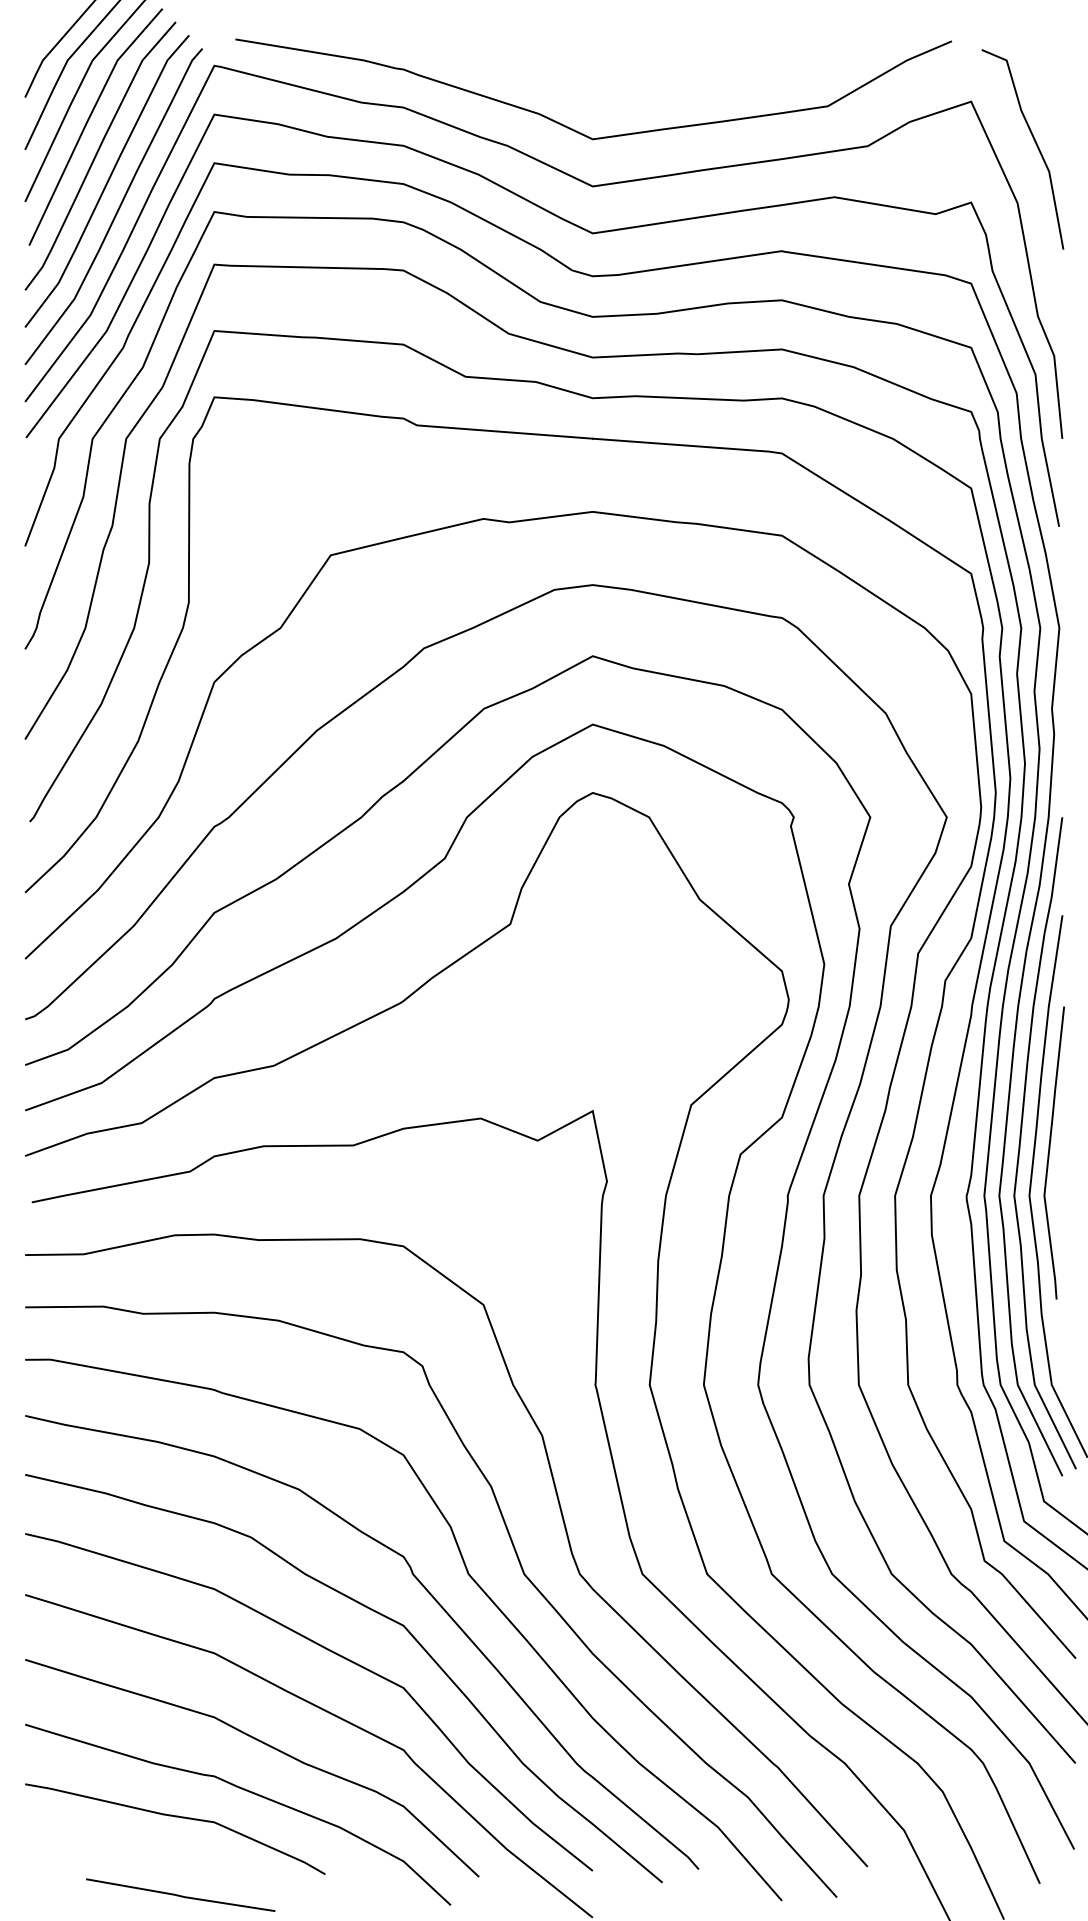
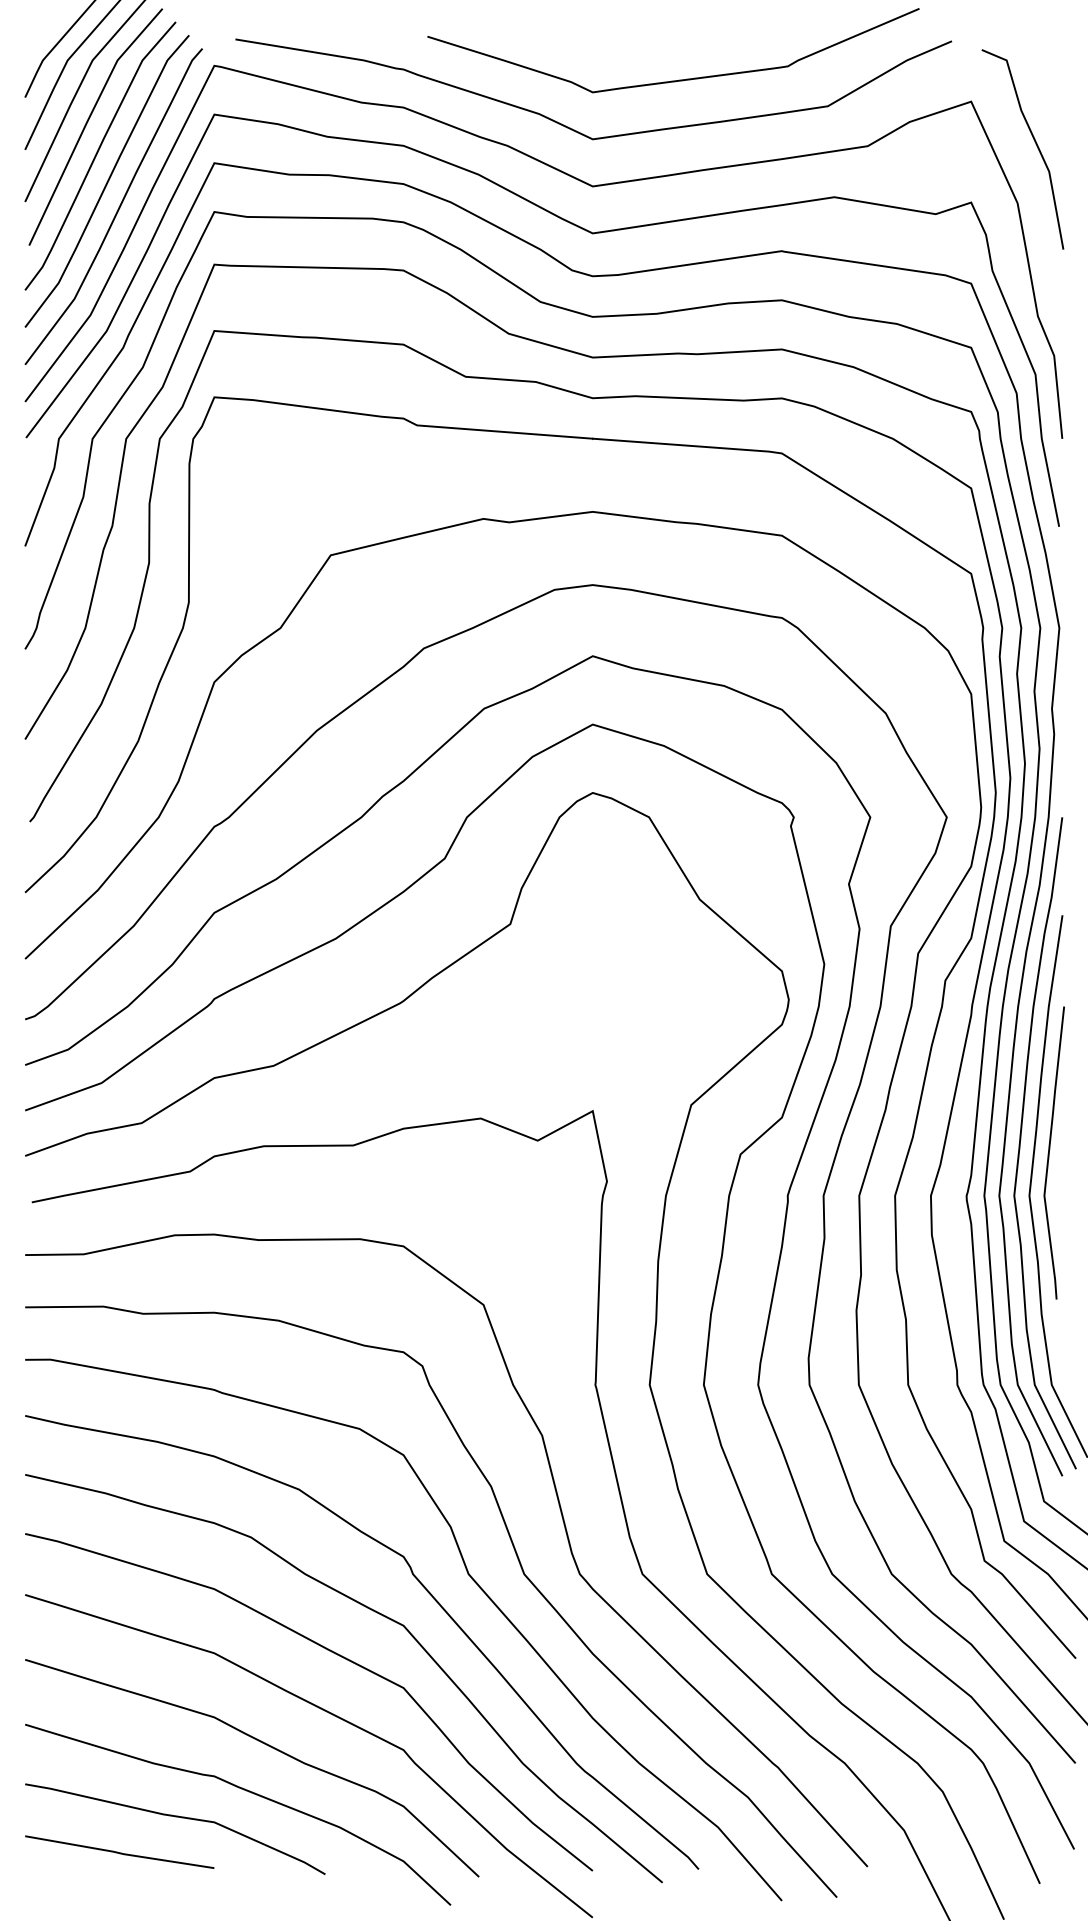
curve at (678, 79): none -> present
line at (180, 1895) position: (180, 1895) -> (119, 1852)
